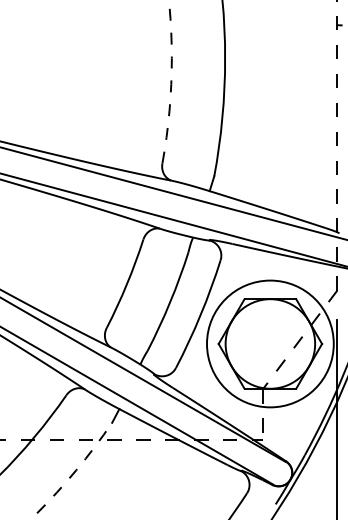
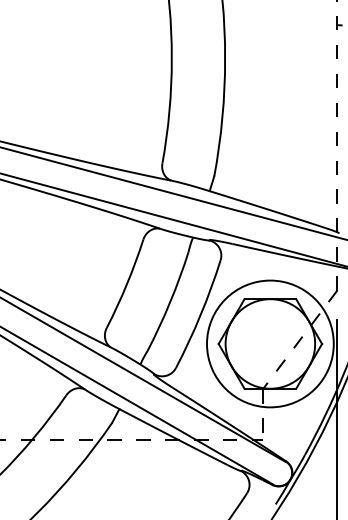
arc at (171, 81): dashed -> solid
arc at (73, 473): dashed -> solid
